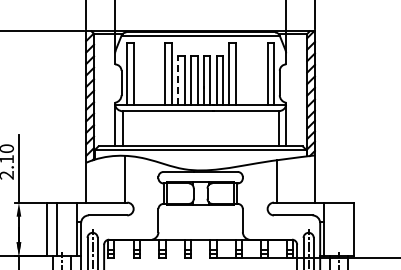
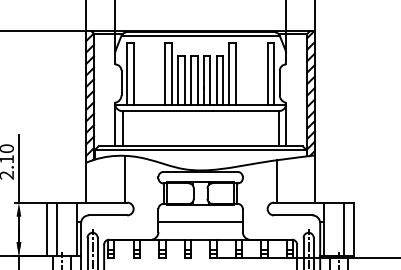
line at (178, 80): dashed -> solid
line at (200, 221): none -> present
line at (343, 229): none -> present
